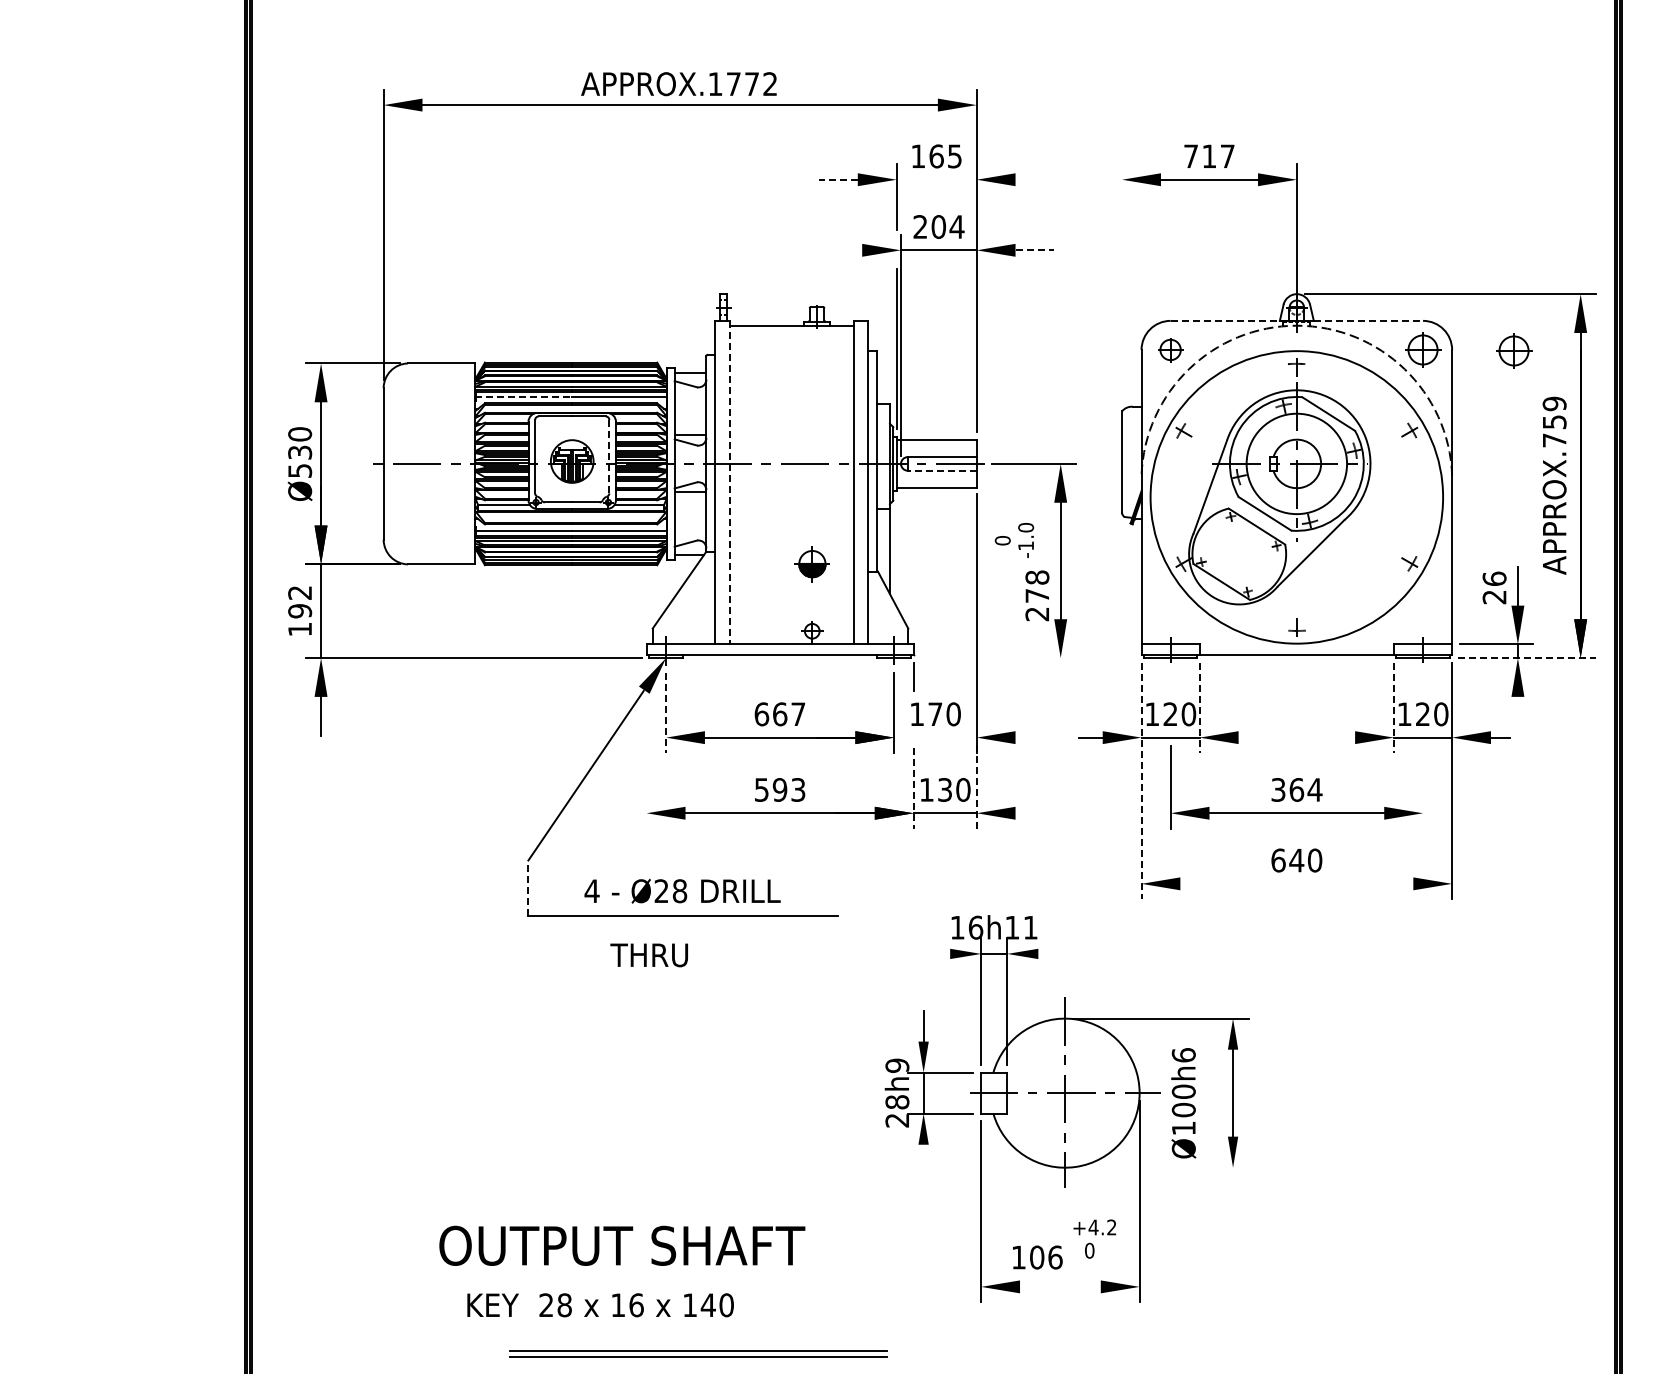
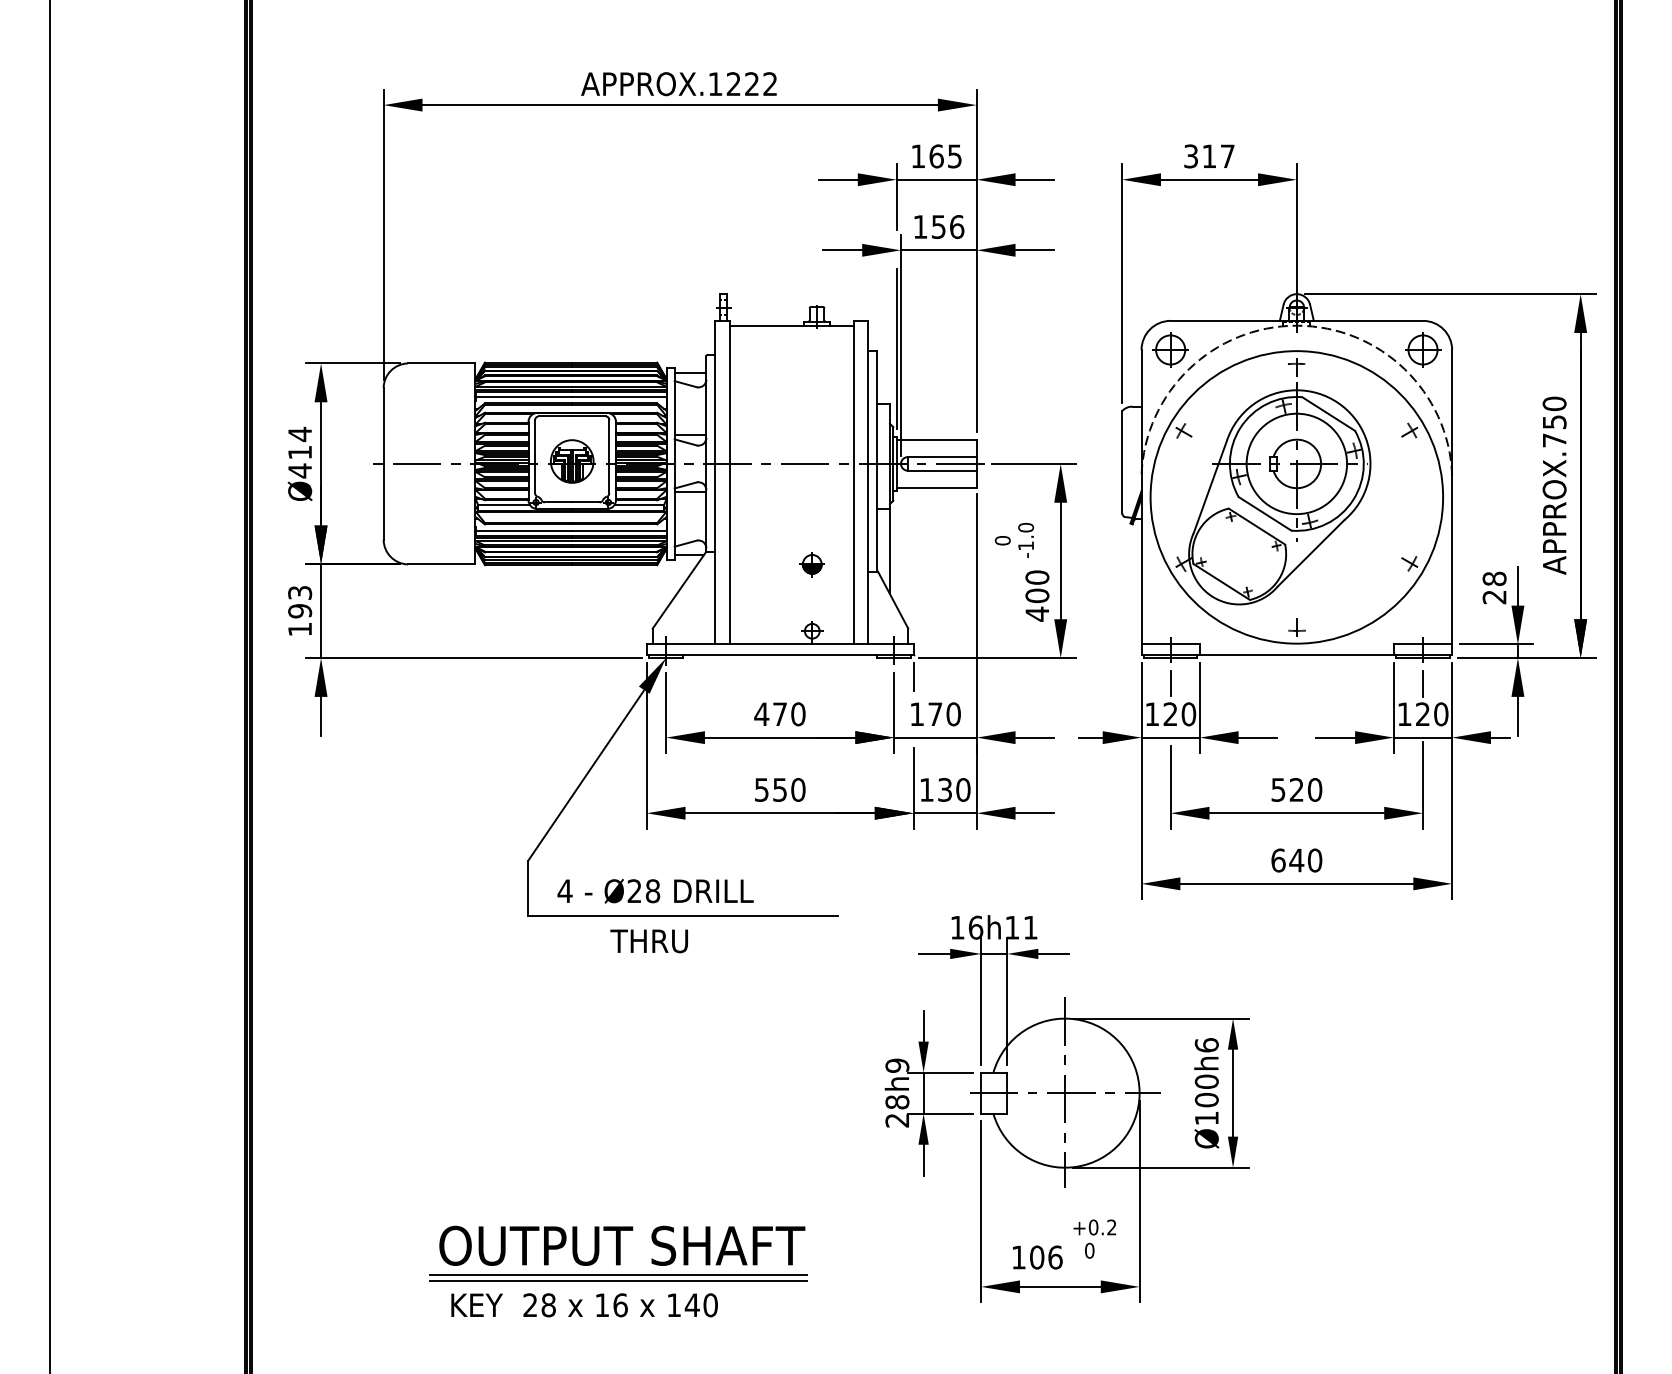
text at (742, 83): APPROX.1772 -> APPROX.1222
text at (1190, 156): 717 -> 317
line at (837, 179): dashed -> solid
line at (936, 179): none -> present
line at (1034, 179): none -> present
text at (938, 227): 204 -> 156
line at (842, 250): none -> present
line at (1035, 250): dashed -> solid
line at (1122, 283): none -> present
line at (1297, 320): dashed -> solid
part at (1170, 350) size: 26x25 px -> 37x36 px
part at (1514, 350): present -> none
line at (523, 397): dashed -> solid
text at (1554, 403): APPROX.759 -> APPROX.750
text at (300, 452): Ø530 -> Ø414
line at (609, 456): dashed -> solid
line at (941, 470): dashed -> solid
line at (730, 482): dashed -> solid
part at (811, 564) size: 36x37 px -> 26x26 px
text at (1494, 578): 26 -> 28
text at (300, 592): 192 -> 193
text at (1037, 595): 278 -> 400
line at (997, 658): none -> present
line at (1527, 658): dashed -> solid
line at (1170, 683): none -> present
line at (1423, 683): none -> present
line at (50, 686): none -> present
line at (1199, 708): dashed -> solid
line at (1393, 708): dashed -> solid
line at (666, 713): dashed -> solid
text at (779, 714): 667 -> 470
line at (1517, 715): none -> present
line at (935, 737): none -> present
line at (1034, 737): none -> present
line at (1257, 737): none -> present
line at (1335, 737): none -> present
line at (646, 745): none -> present
line at (1141, 781): dashed -> solid
line at (1423, 785): none -> present
line at (976, 787): dashed -> solid
line at (913, 788): dashed -> solid
text at (788, 789): 593 -> 550
text at (1297, 789): 364 -> 520
line at (1034, 813): none -> present
line at (1296, 883): none -> present
line at (527, 887): dashed -> solid
text at (682, 890) position: (682, 890) -> (655, 890)
line at (934, 953): none -> present
line at (1053, 953): none -> present
text at (648, 955) position: (648, 955) -> (648, 941)
text at (1183, 1103) position: (1183, 1103) -> (1206, 1093)
line at (923, 1159): none -> present
line at (1160, 1167): none -> present
text at (1093, 1227): +4.2 -> +0.2
line at (1060, 1286): none -> present
text at (600, 1305) position: (600, 1305) -> (584, 1305)
part at (698, 1353) position: (698, 1353) -> (618, 1277)
